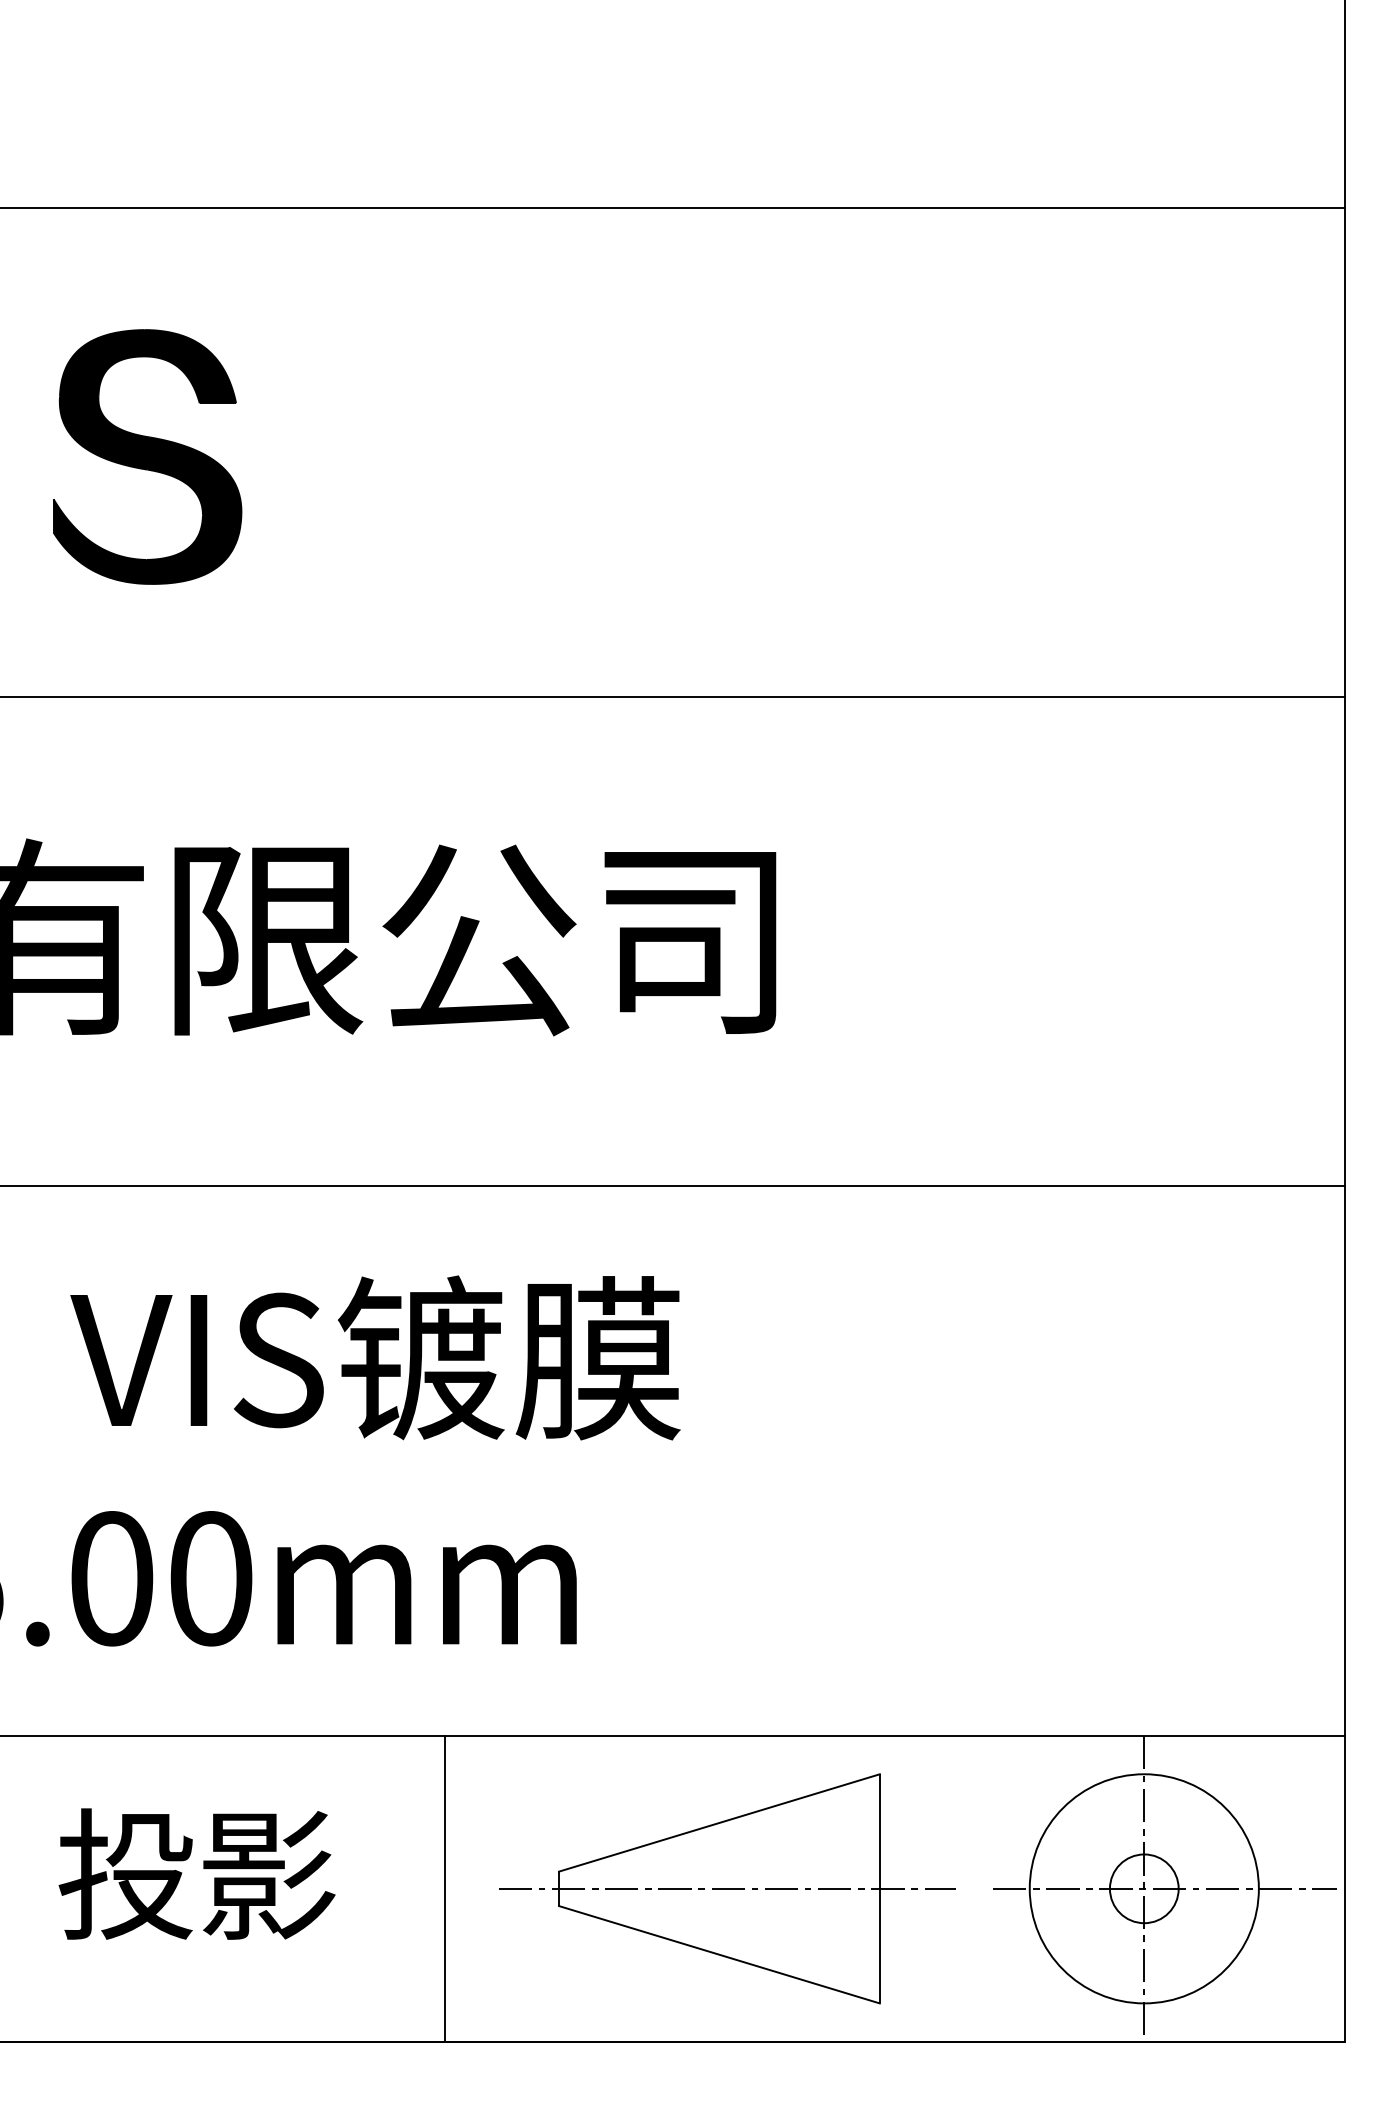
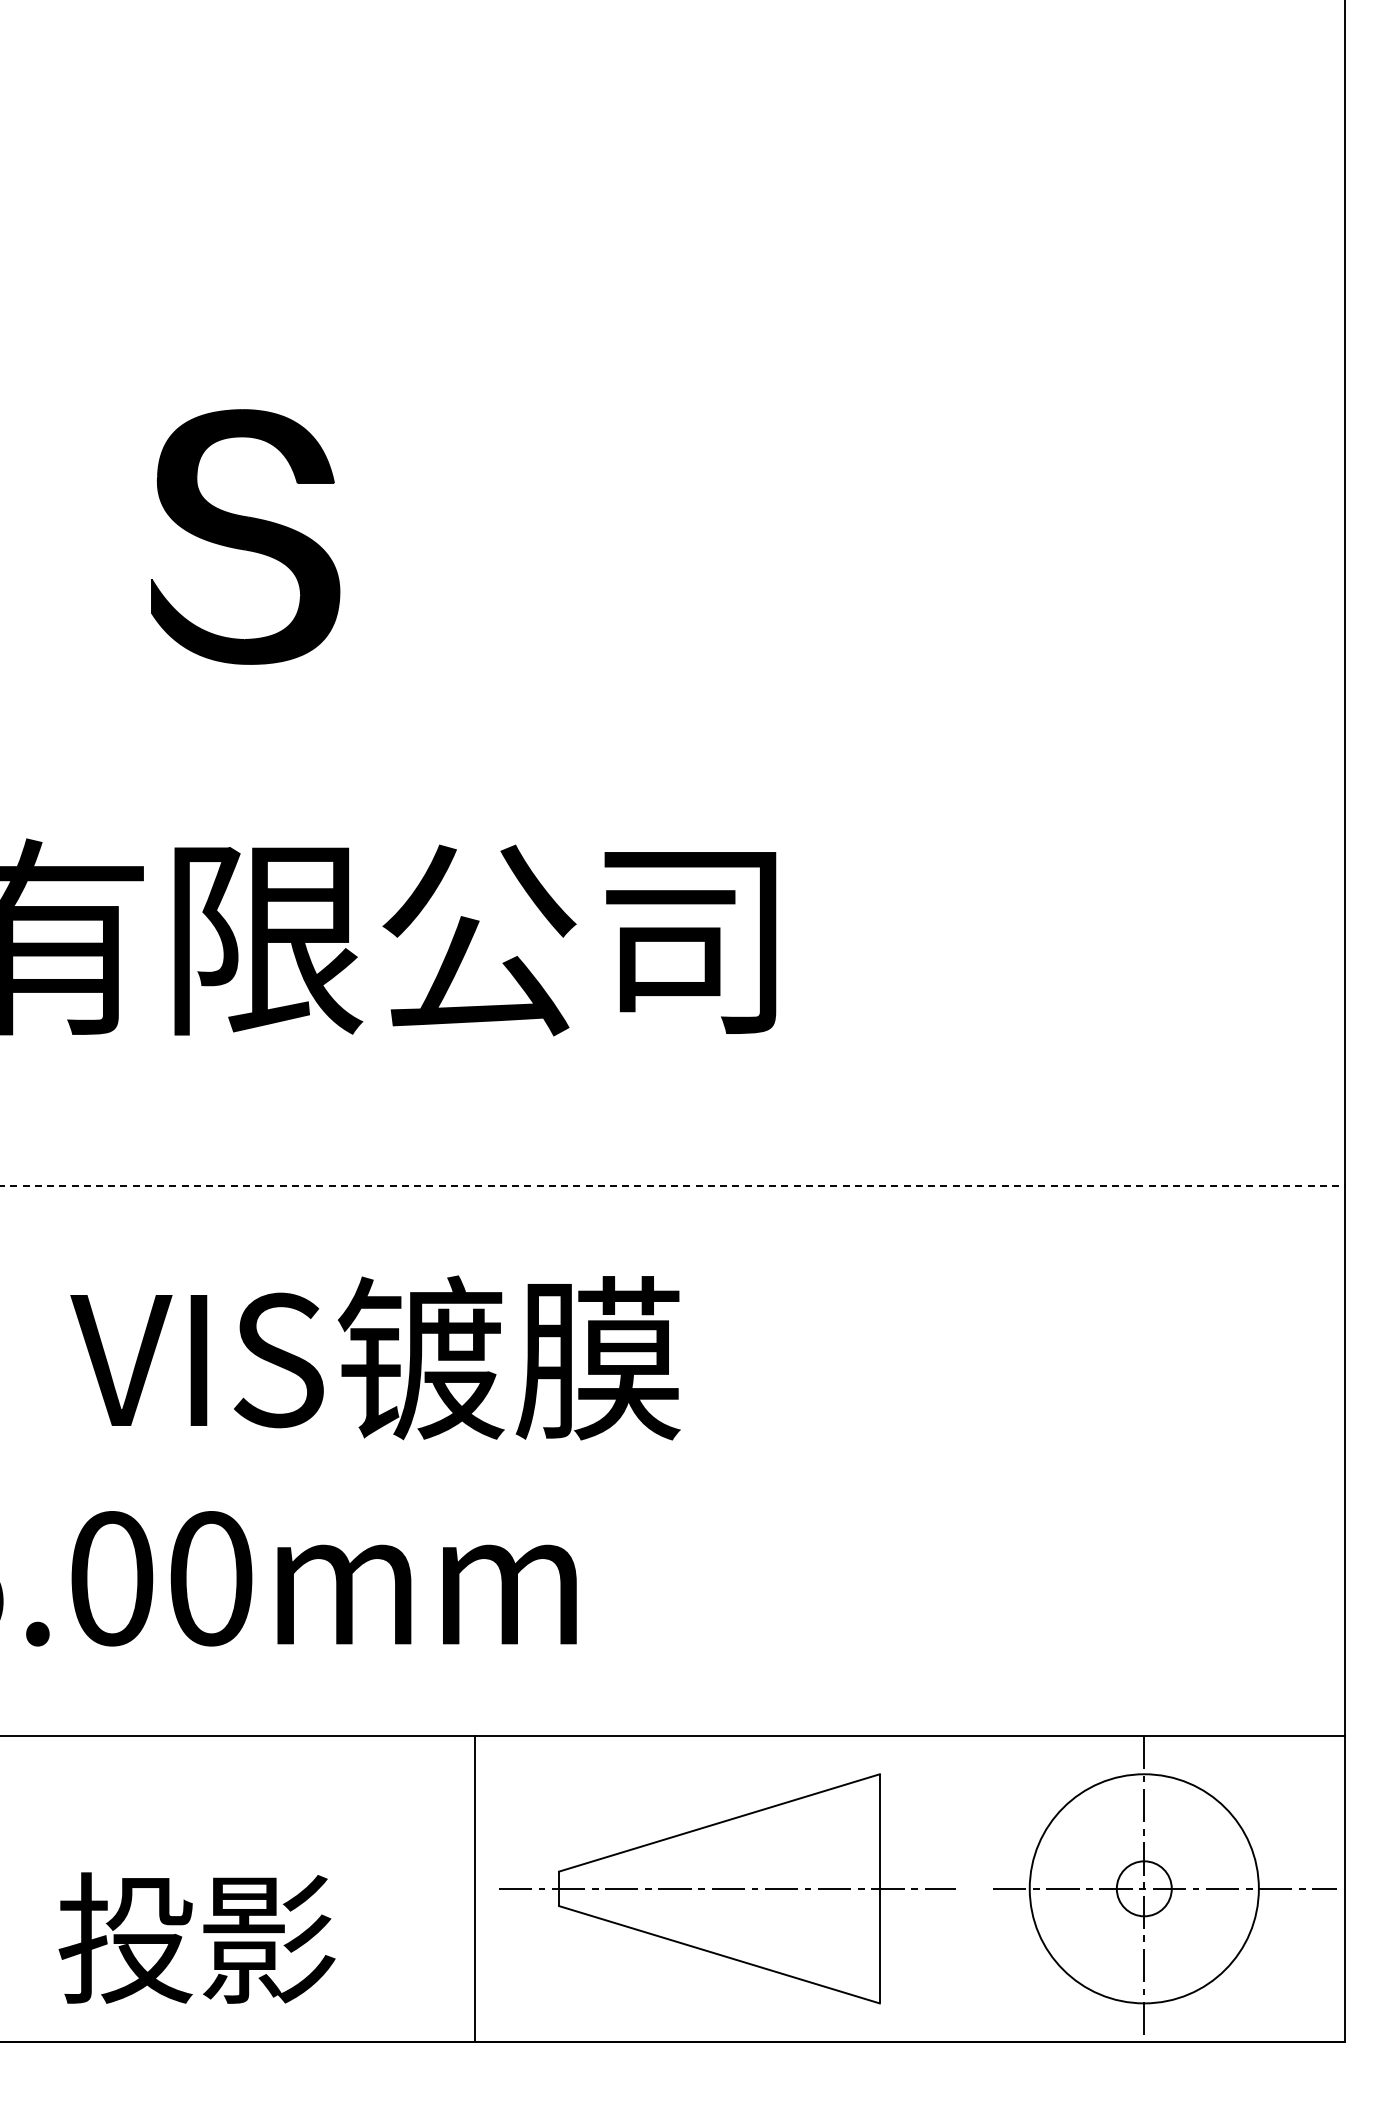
line at (673, 208): present -> none
part at (147, 456) position: (147, 456) -> (245, 536)
line at (673, 697): present -> none
line at (672, 1186): solid -> dashed
text at (196, 1873) position: (196, 1873) -> (196, 1937)
line at (444, 1888) position: (444, 1888) -> (474, 1888)
circle at (1143, 1888) diameter: 69 px -> 55 px
